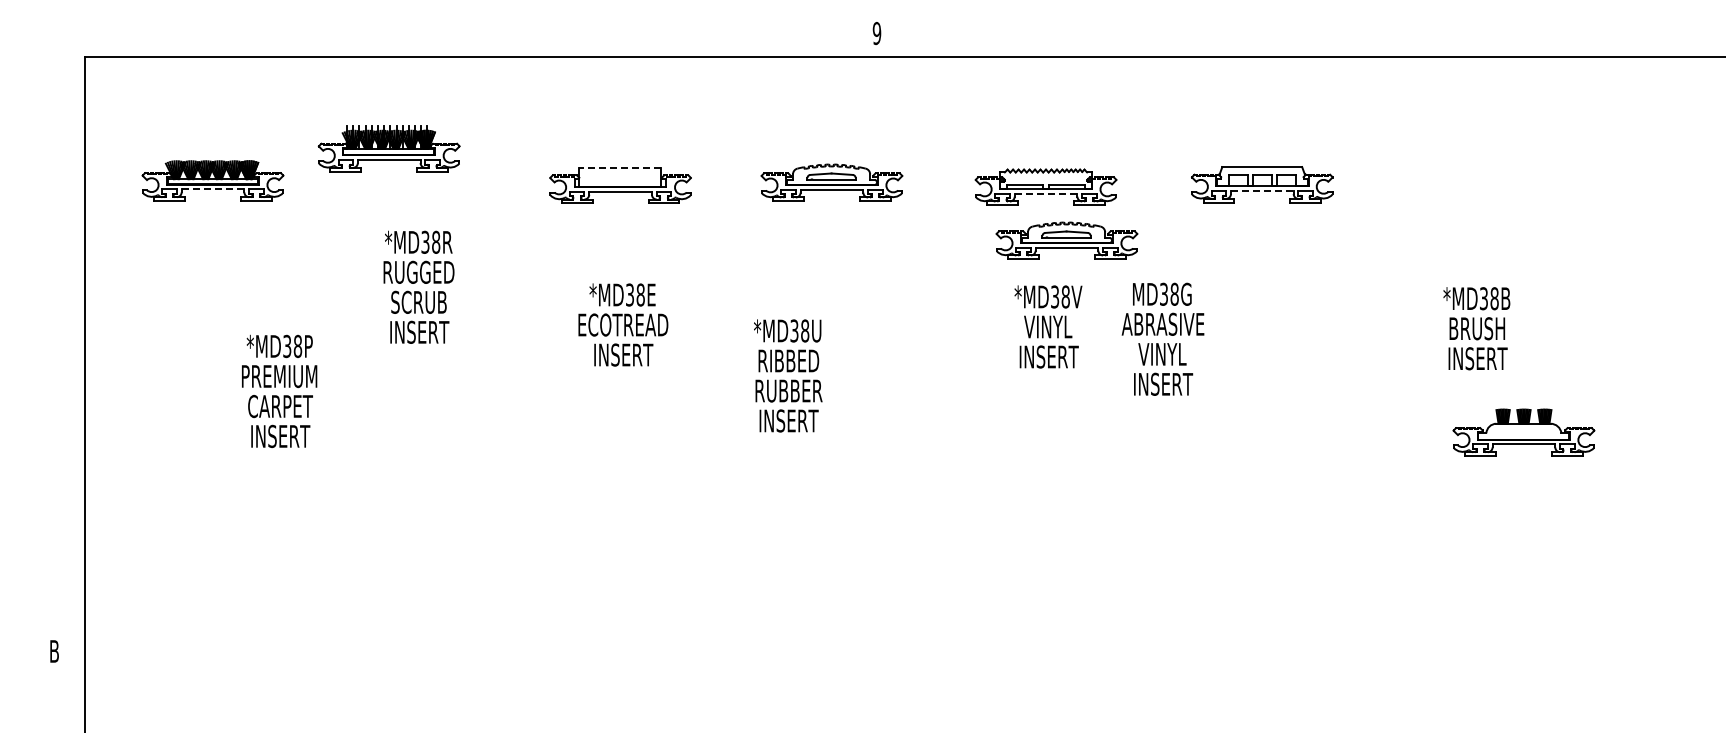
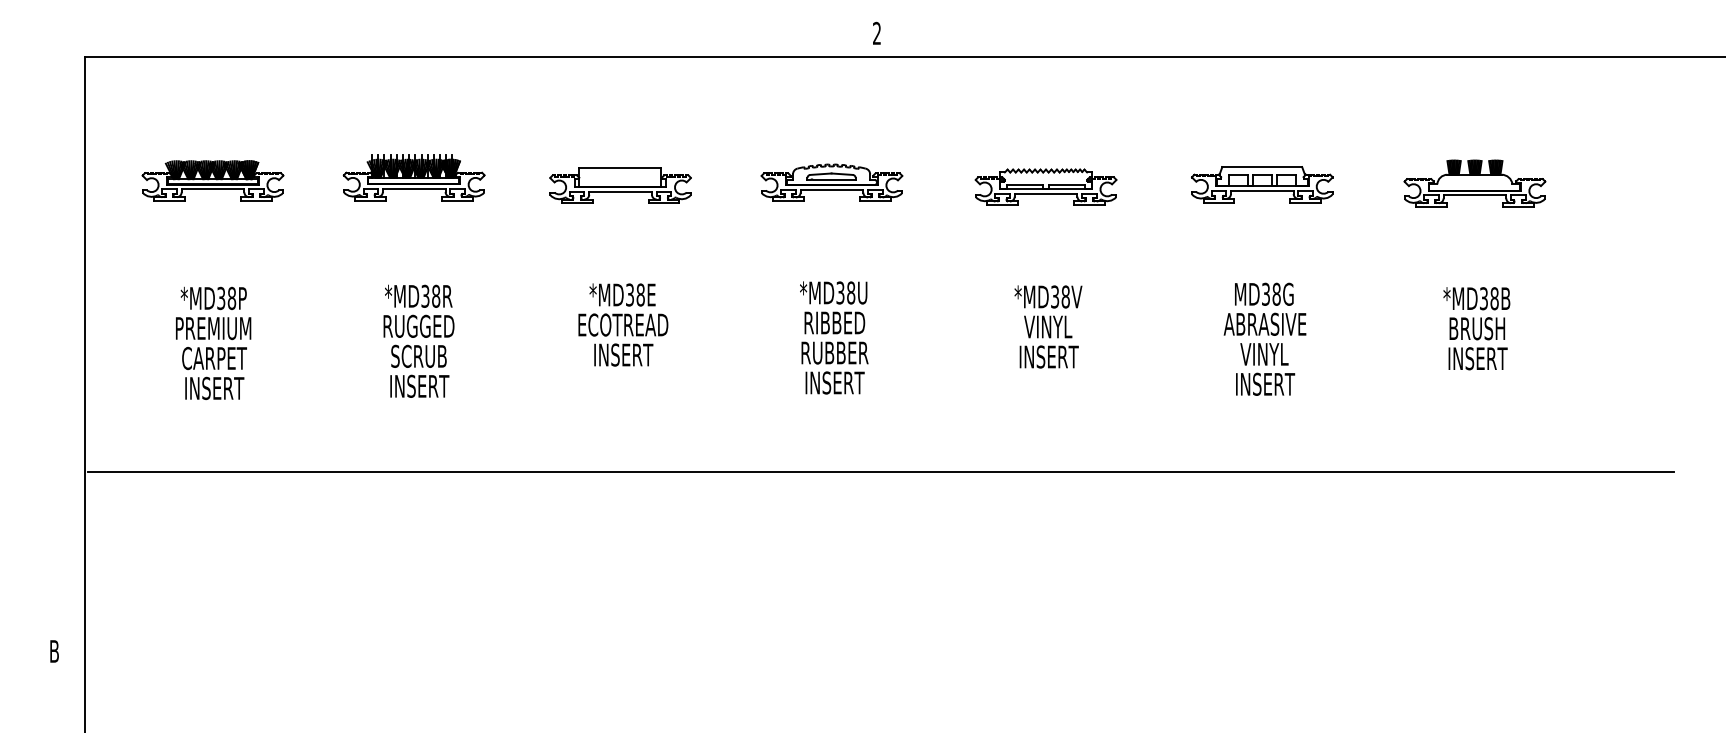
text at (876, 33): 9 -> 2
part at (388, 148) position: (388, 148) -> (413, 177)
line at (620, 167): dashed -> solid
line at (213, 189): dashed -> solid
line at (1262, 191): dashed -> solid
line at (1046, 193): dashed -> solid
part at (1066, 240): present -> none
text at (418, 286) position: (418, 286) -> (418, 340)
text at (1162, 338) position: (1162, 338) -> (1264, 338)
text at (788, 375) position: (788, 375) -> (834, 337)
text at (279, 390) position: (279, 390) -> (213, 342)
part at (1523, 432) position: (1523, 432) -> (1474, 183)
line at (880, 471): none -> present
